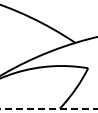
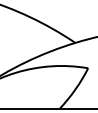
line at (49, 108): dashed -> solid
